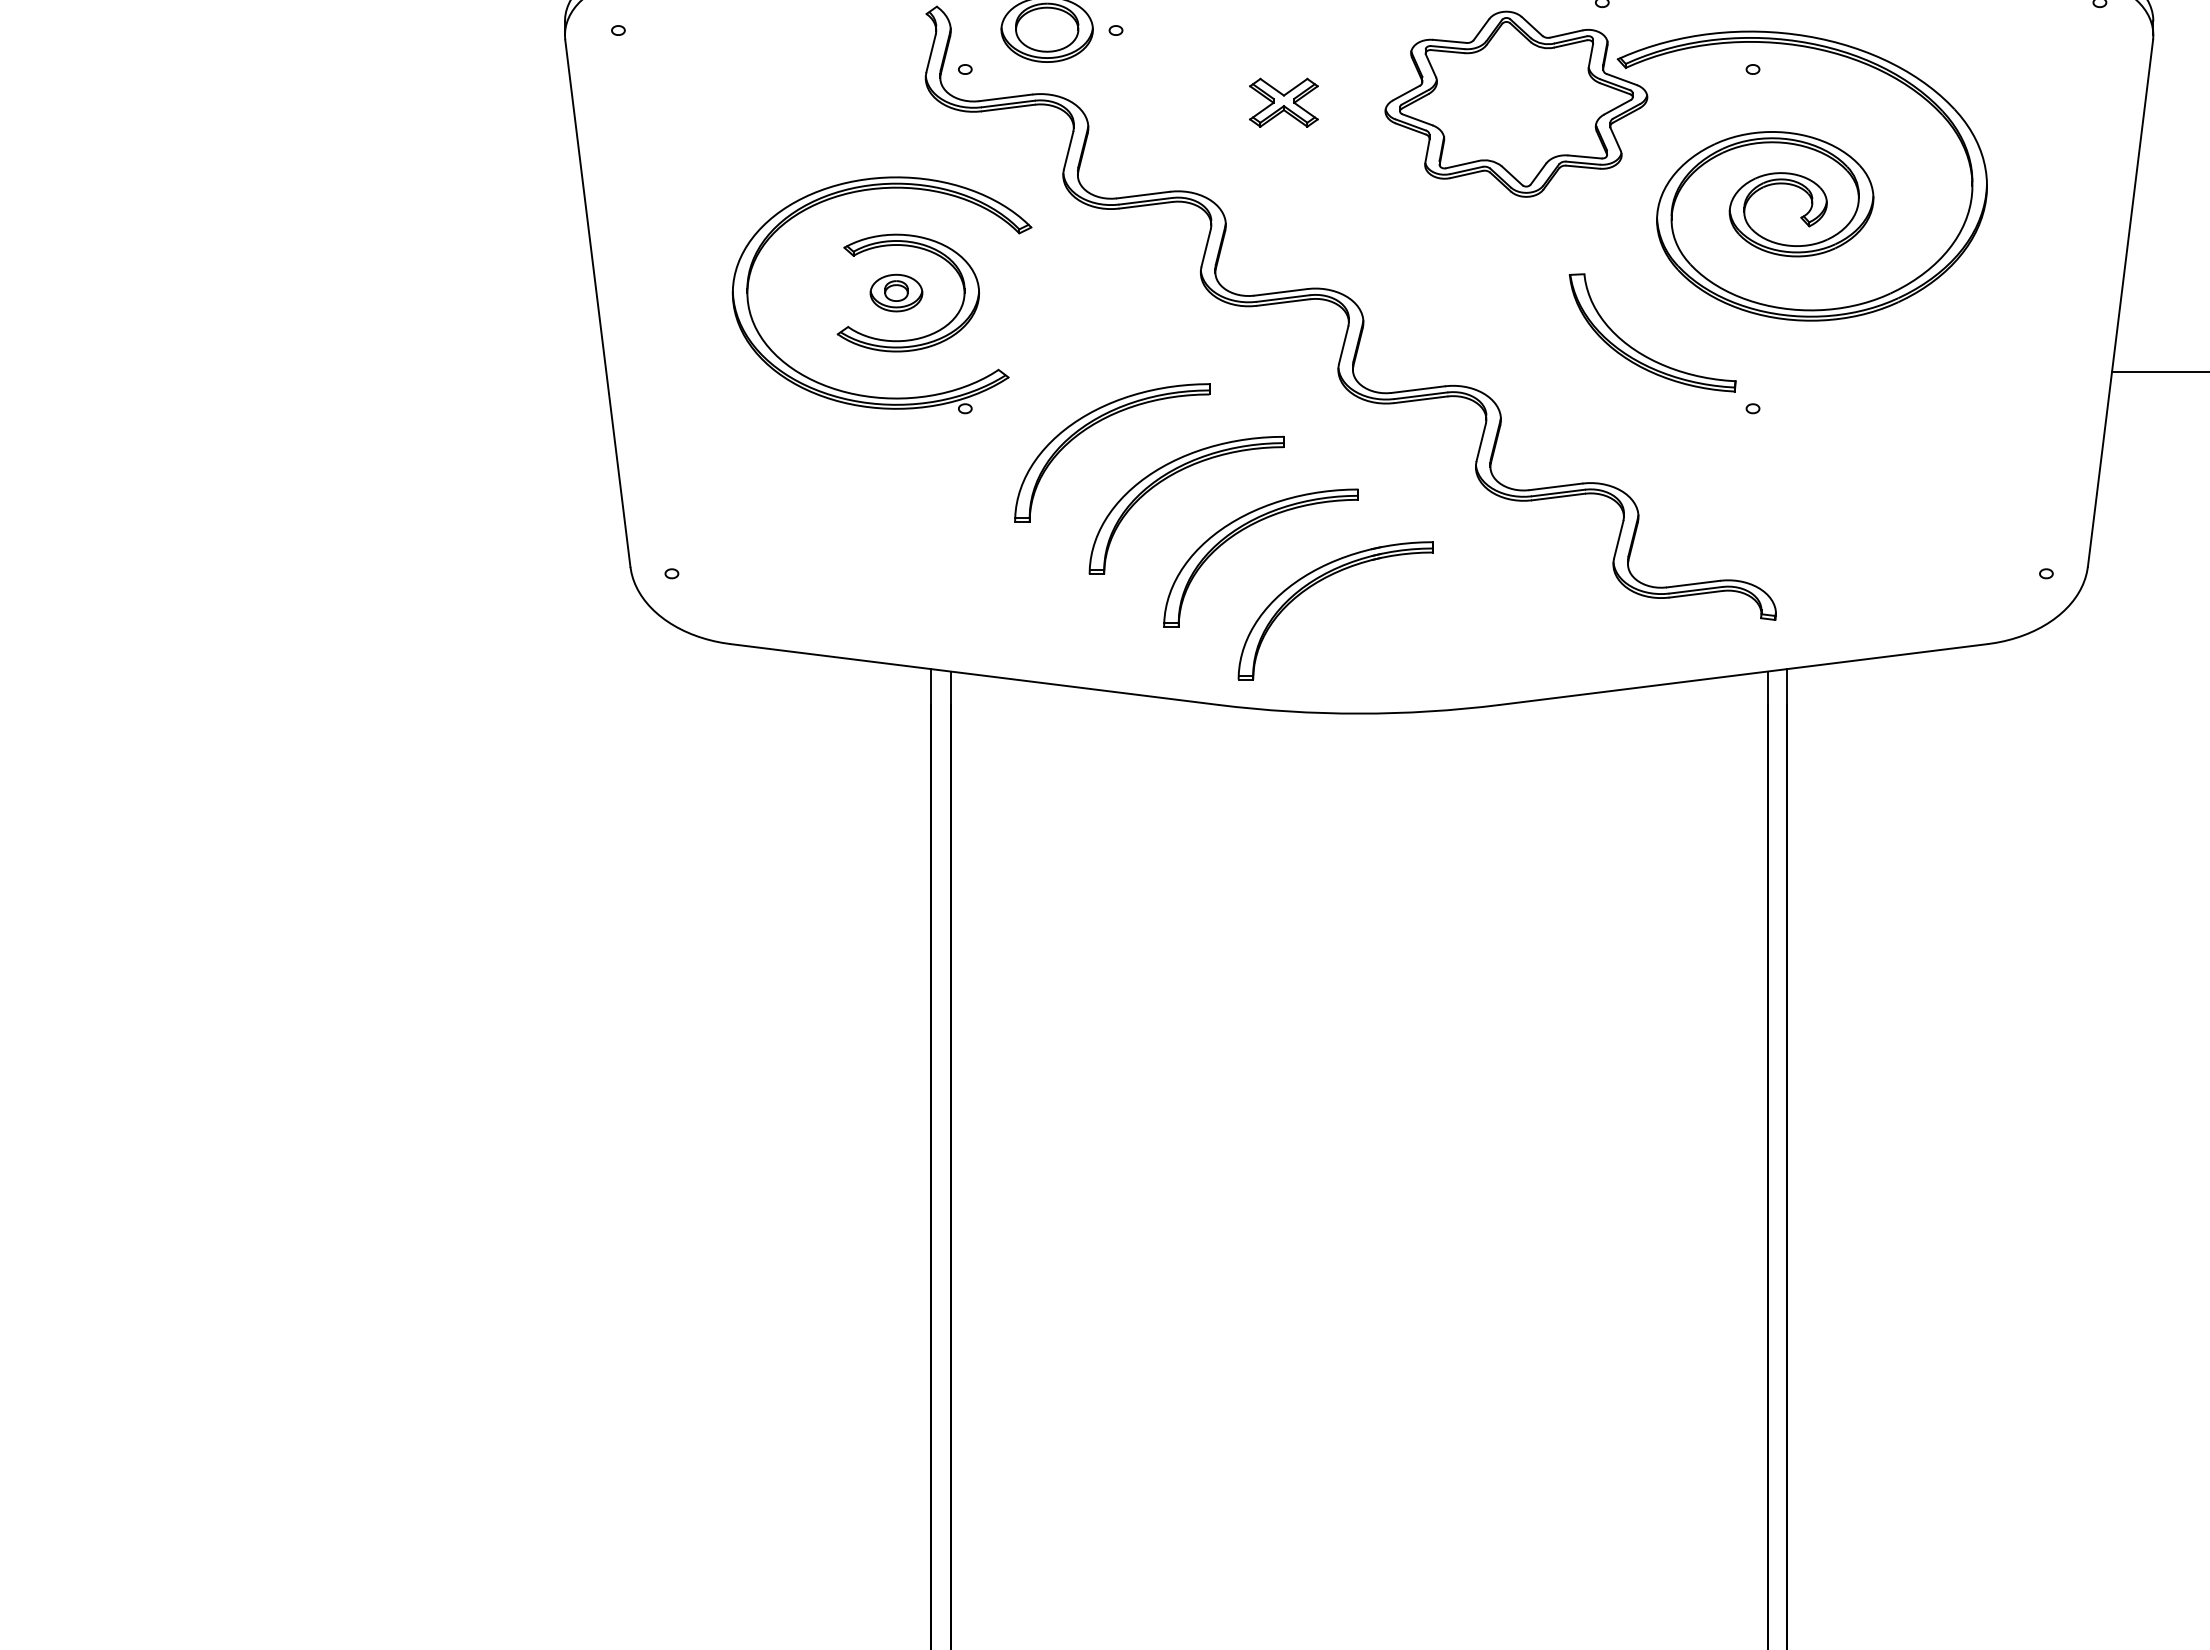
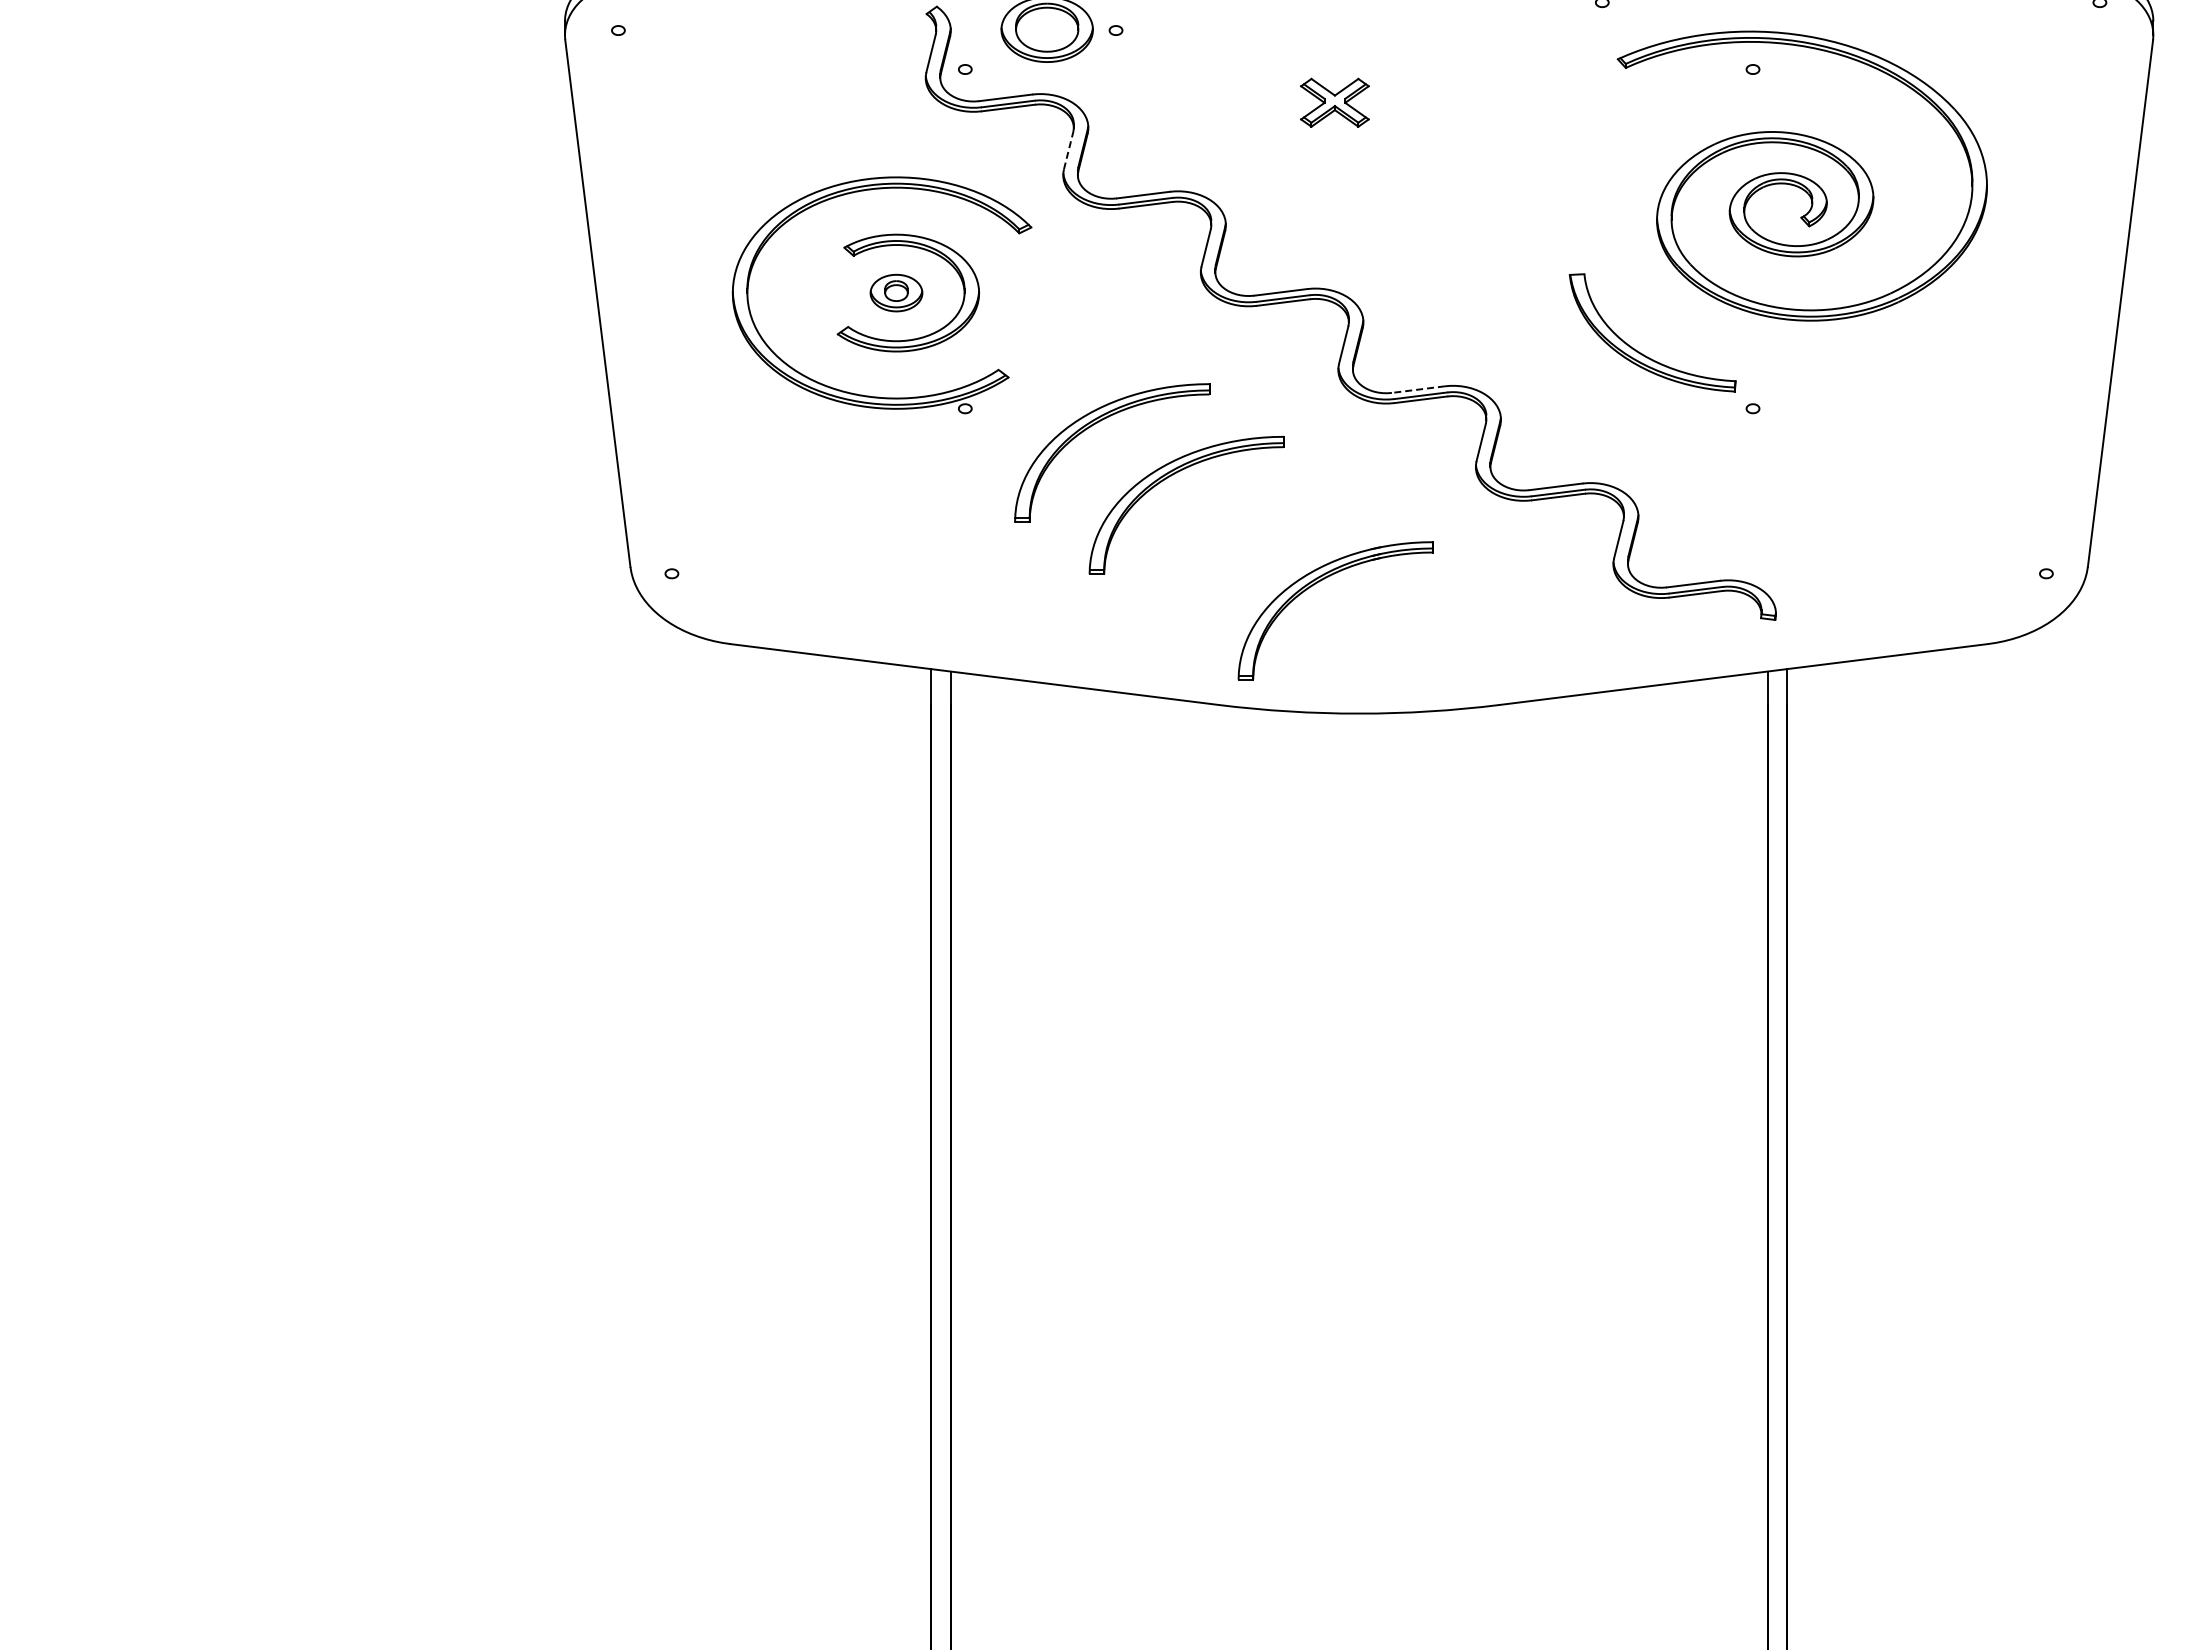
part at (1283, 102) position: (1283, 102) -> (1334, 102)
part at (1516, 103): present -> none
line at (1068, 150): solid -> dashed
line at (2159, 371): present -> none
line at (1418, 389): solid -> dashed
part at (1245, 529): present -> none
